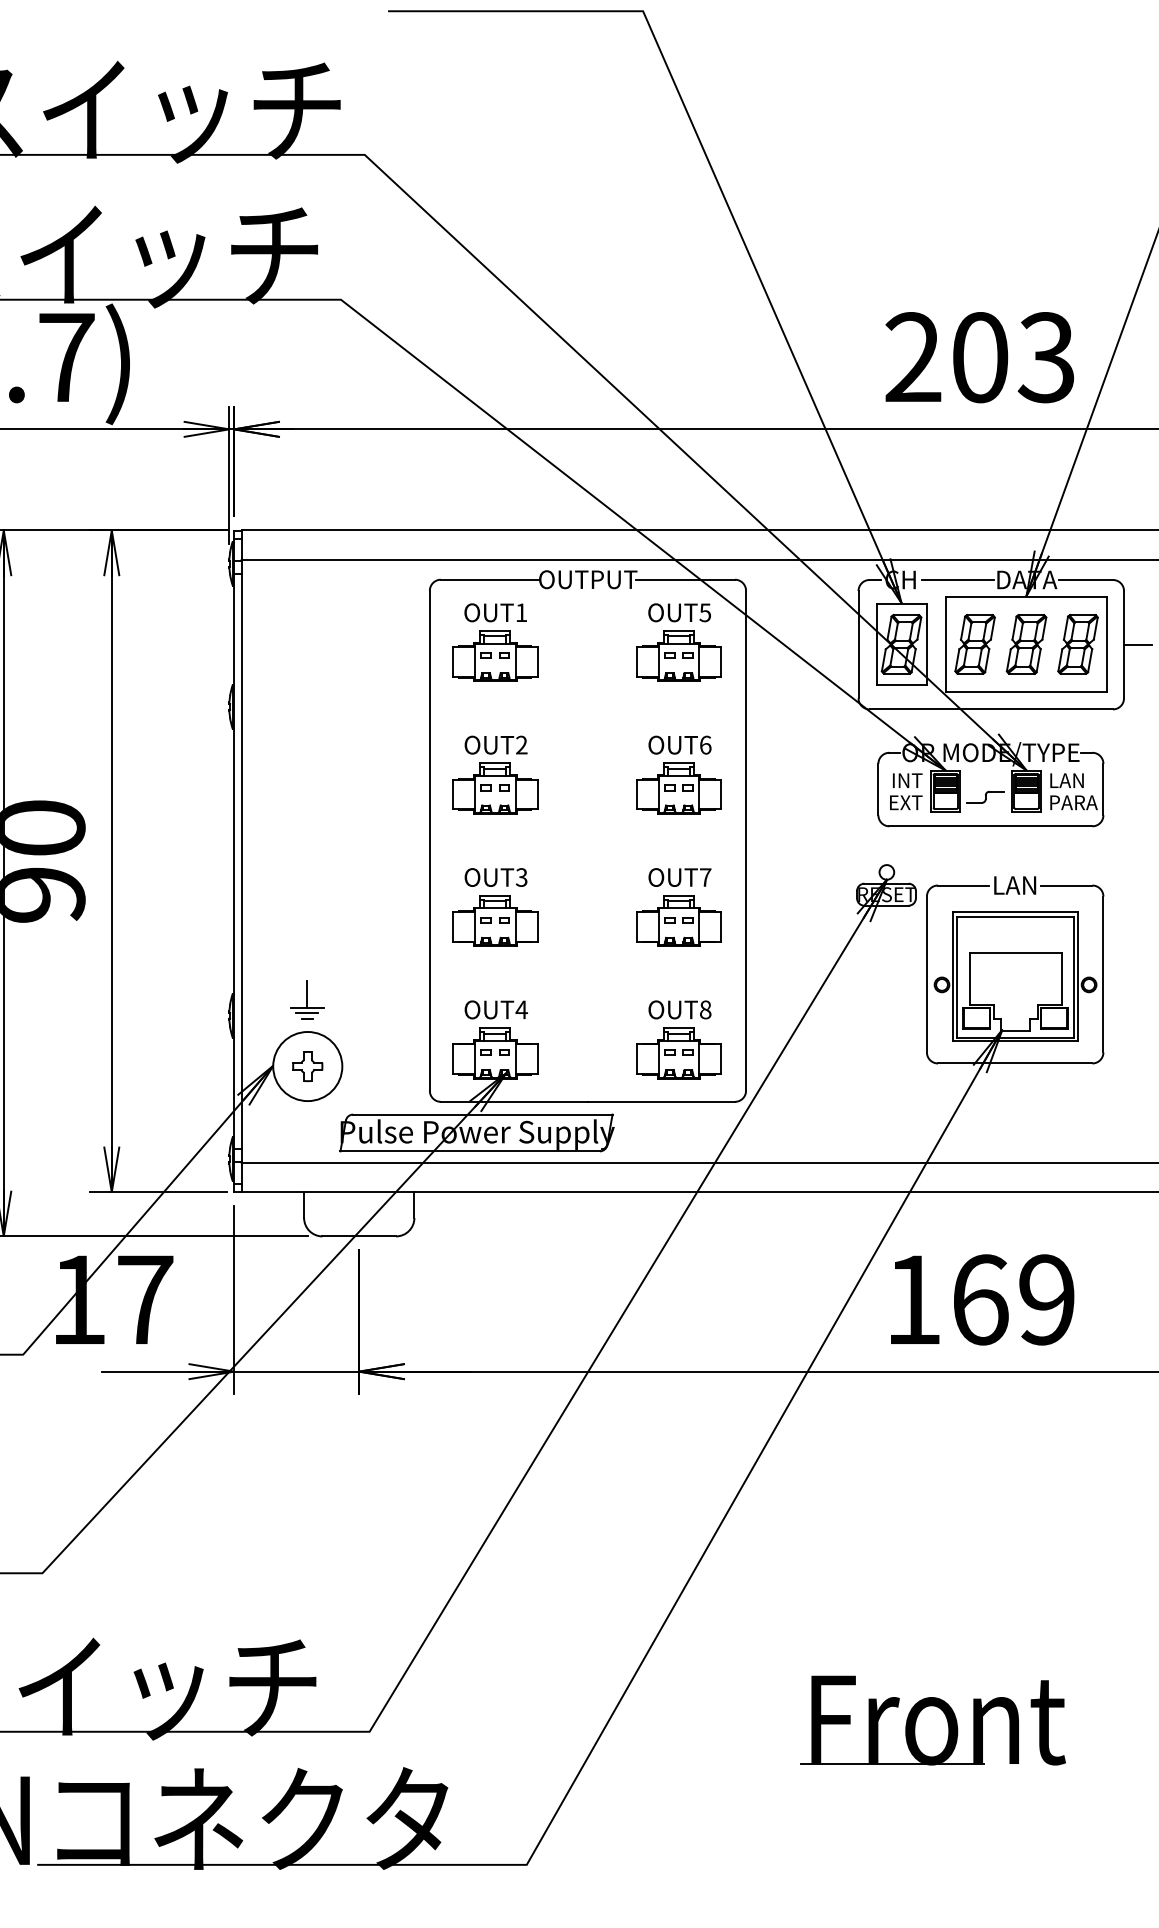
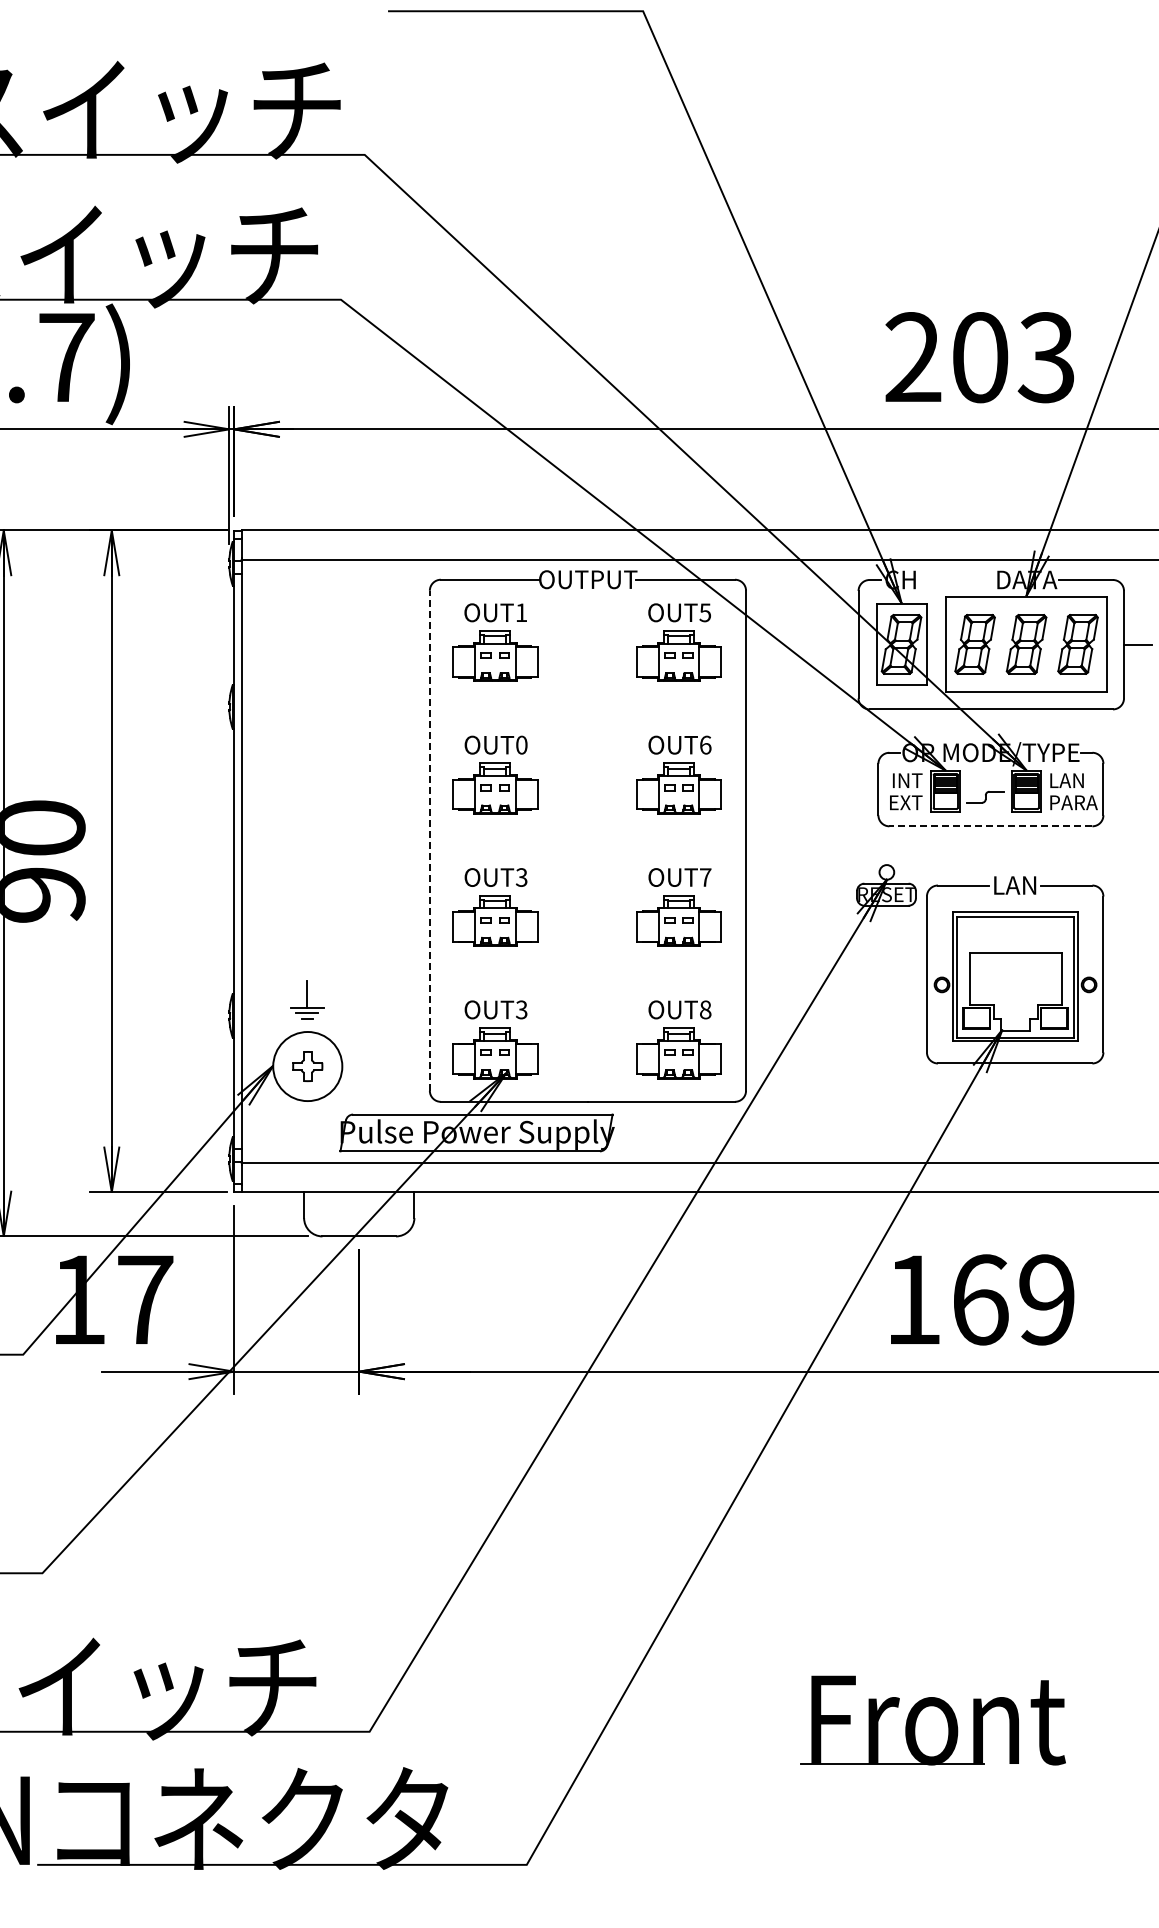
line at (957, 579): present -> none
text at (521, 744): OUT2 -> OUT0
line at (990, 826): solid -> dashed
line at (429, 840): solid -> dashed
text at (521, 1009): OUT4 -> OUT3
